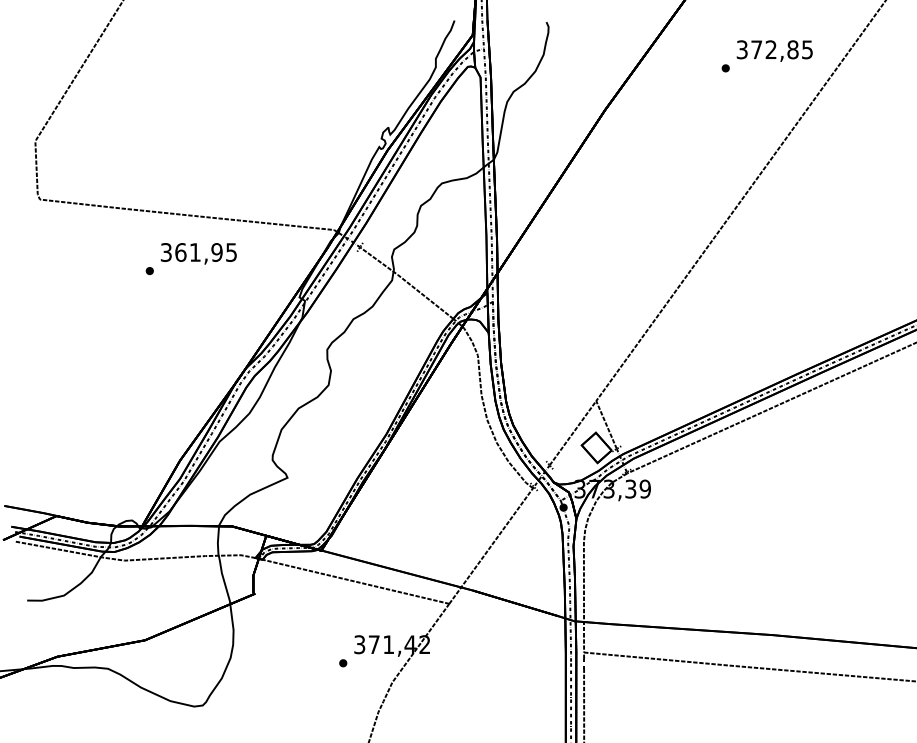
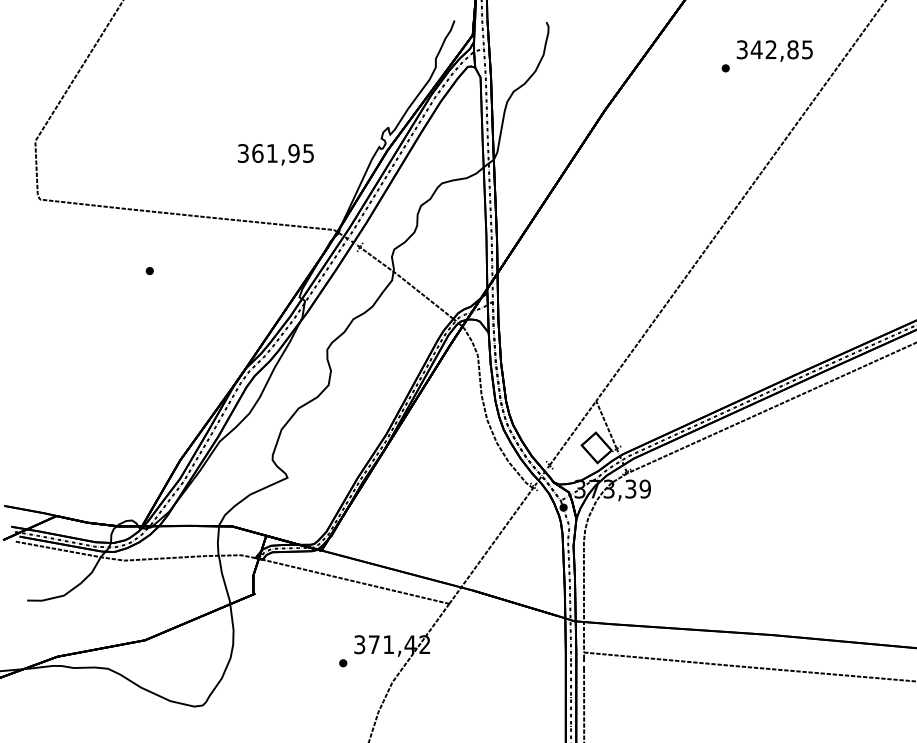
text at (756, 49): 372,85 -> 342,85
text at (198, 253) position: (198, 253) -> (275, 154)
